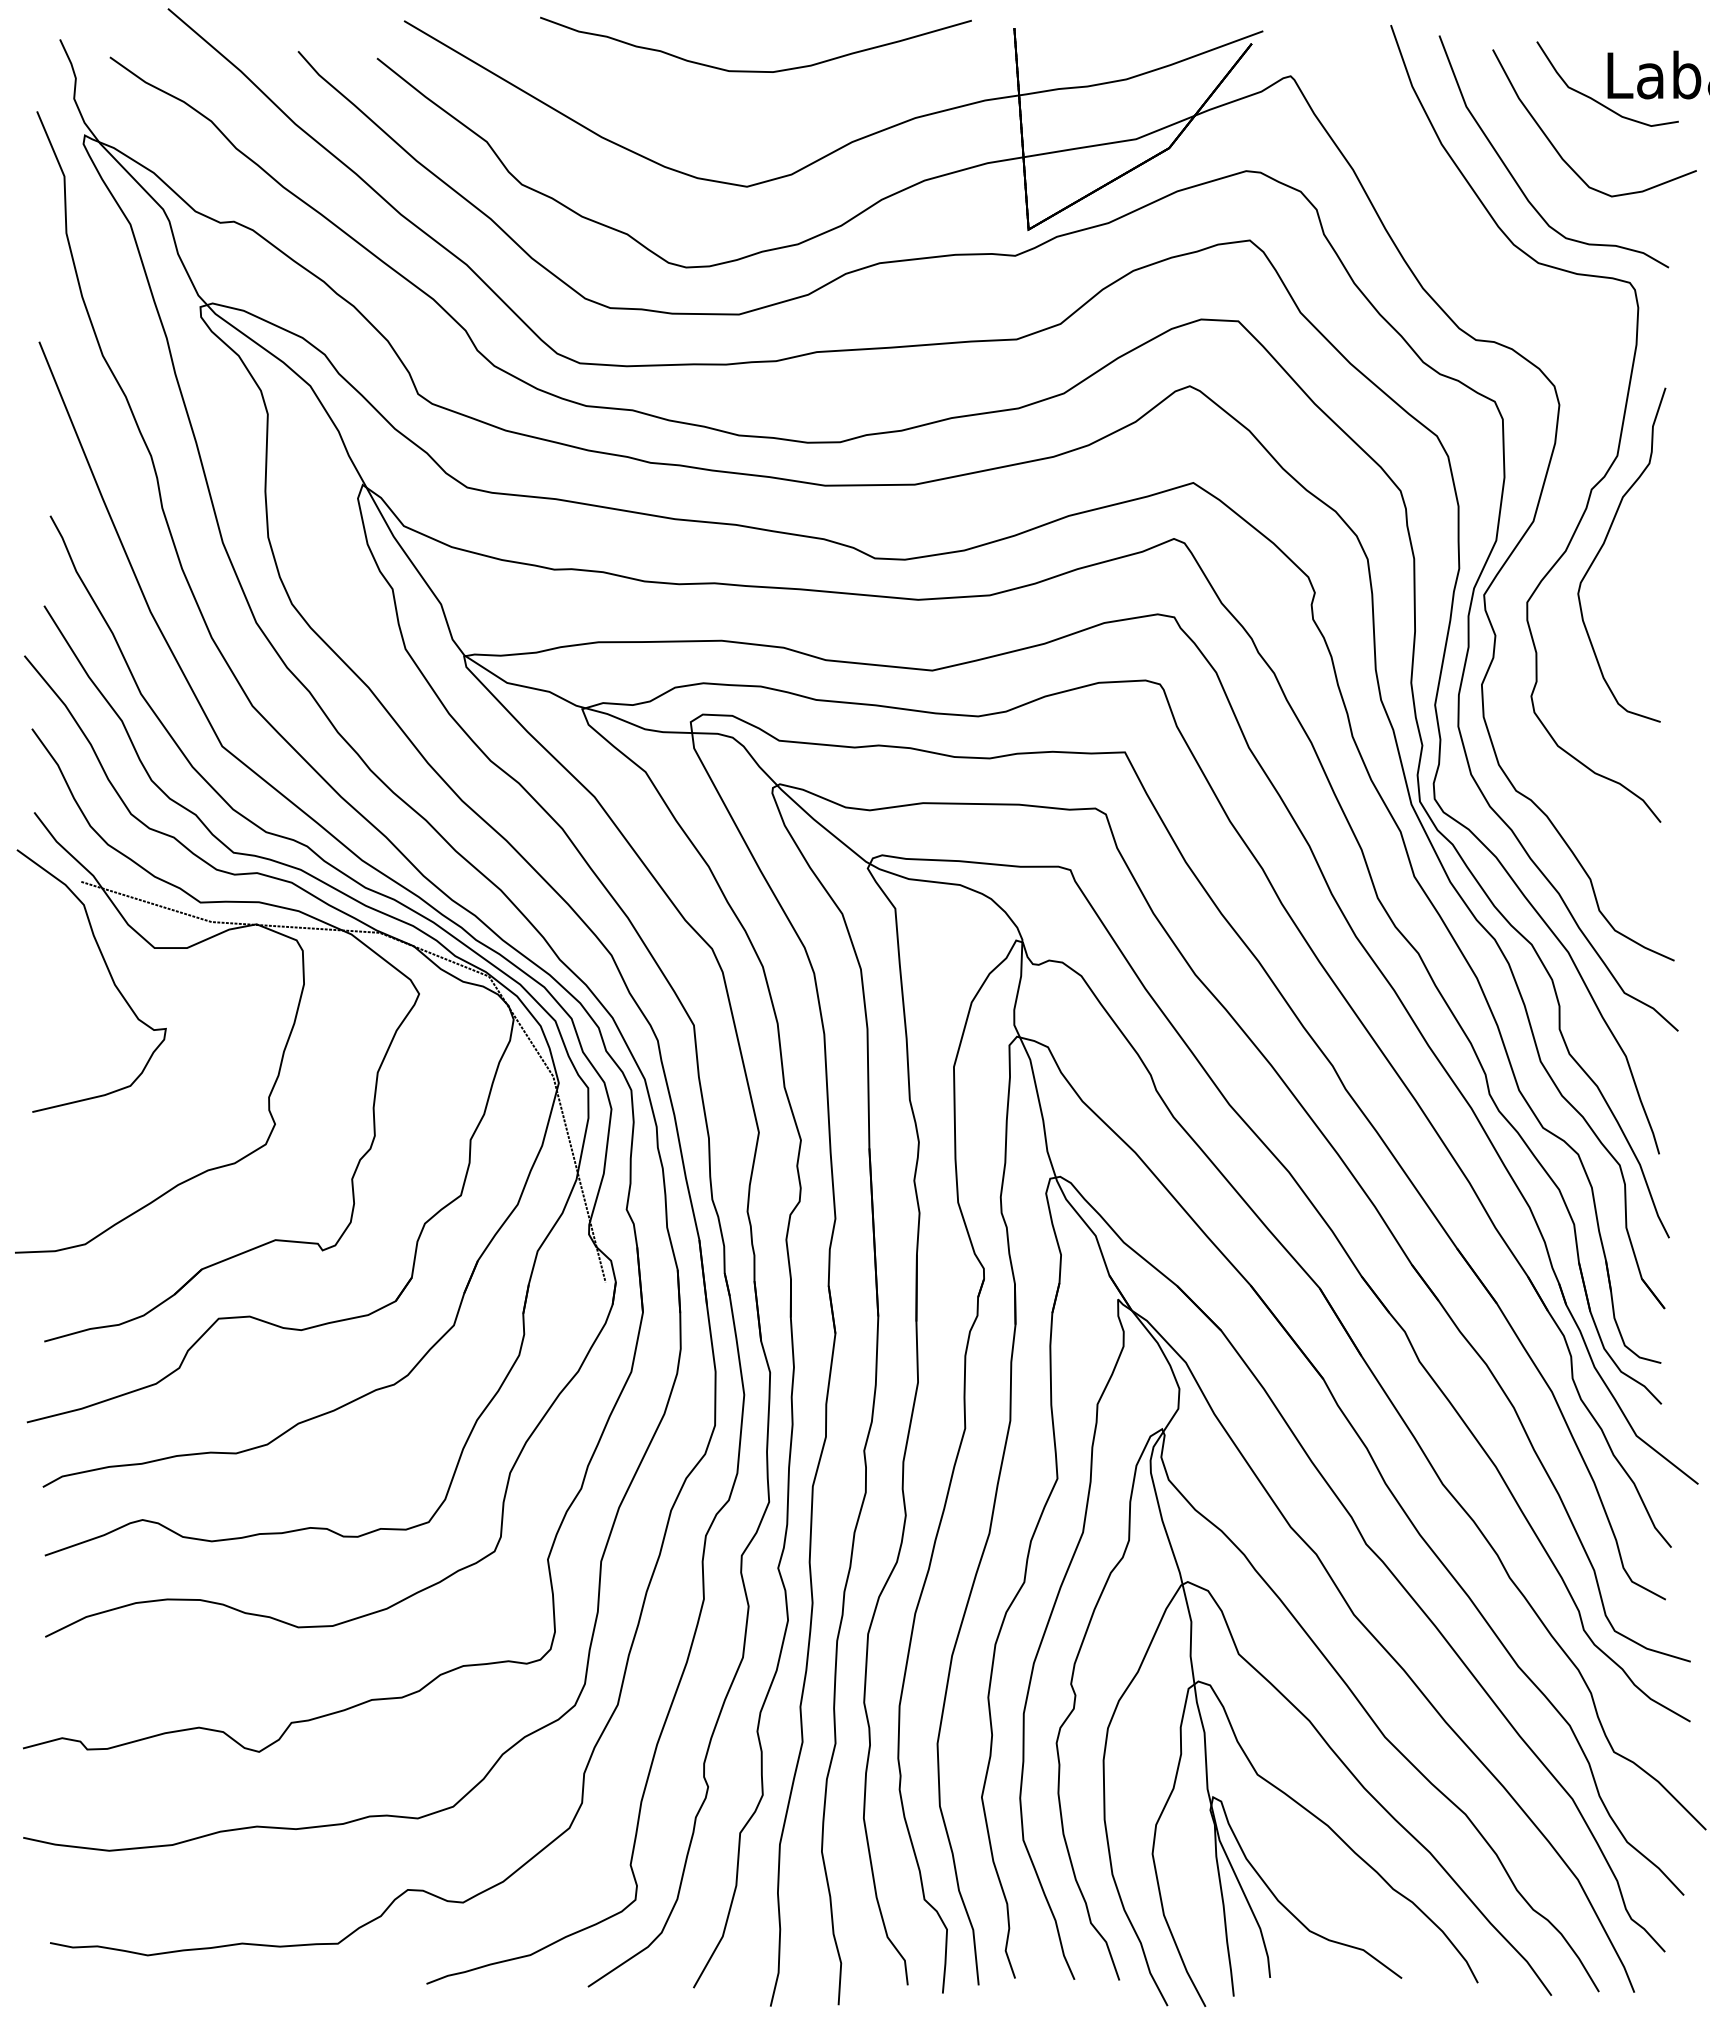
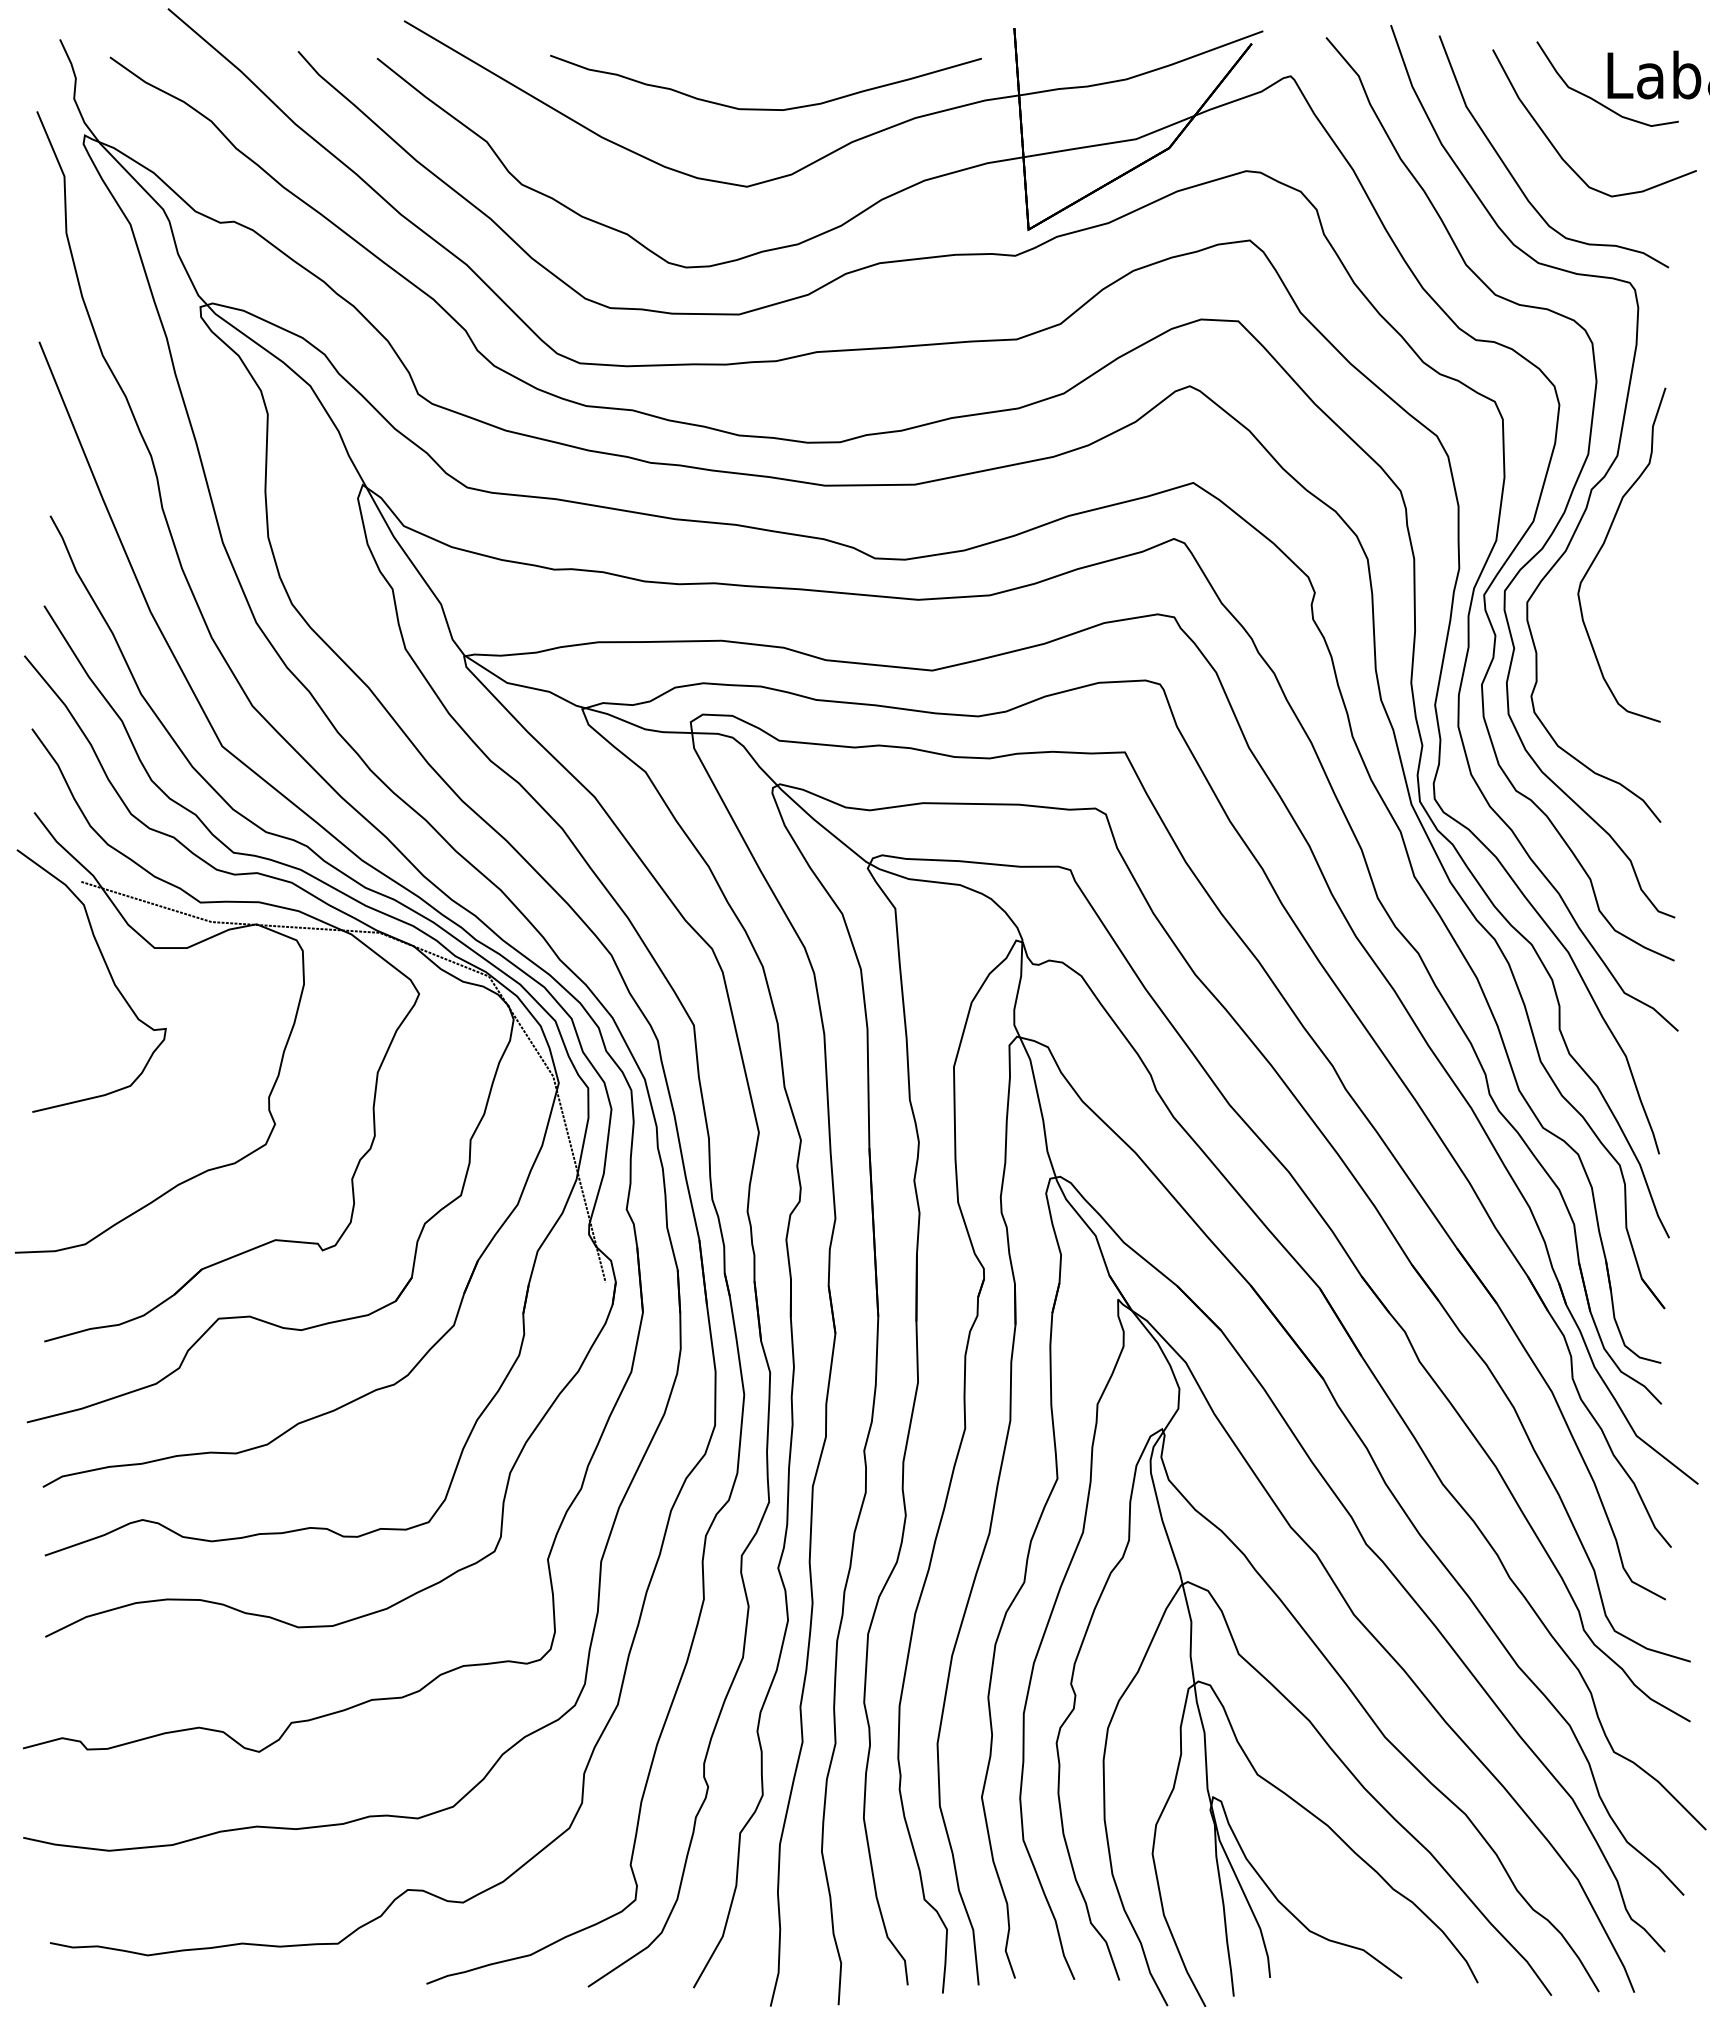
curve at (755, 70) position: (755, 70) -> (765, 108)
curve at (1566, 503): none -> present
